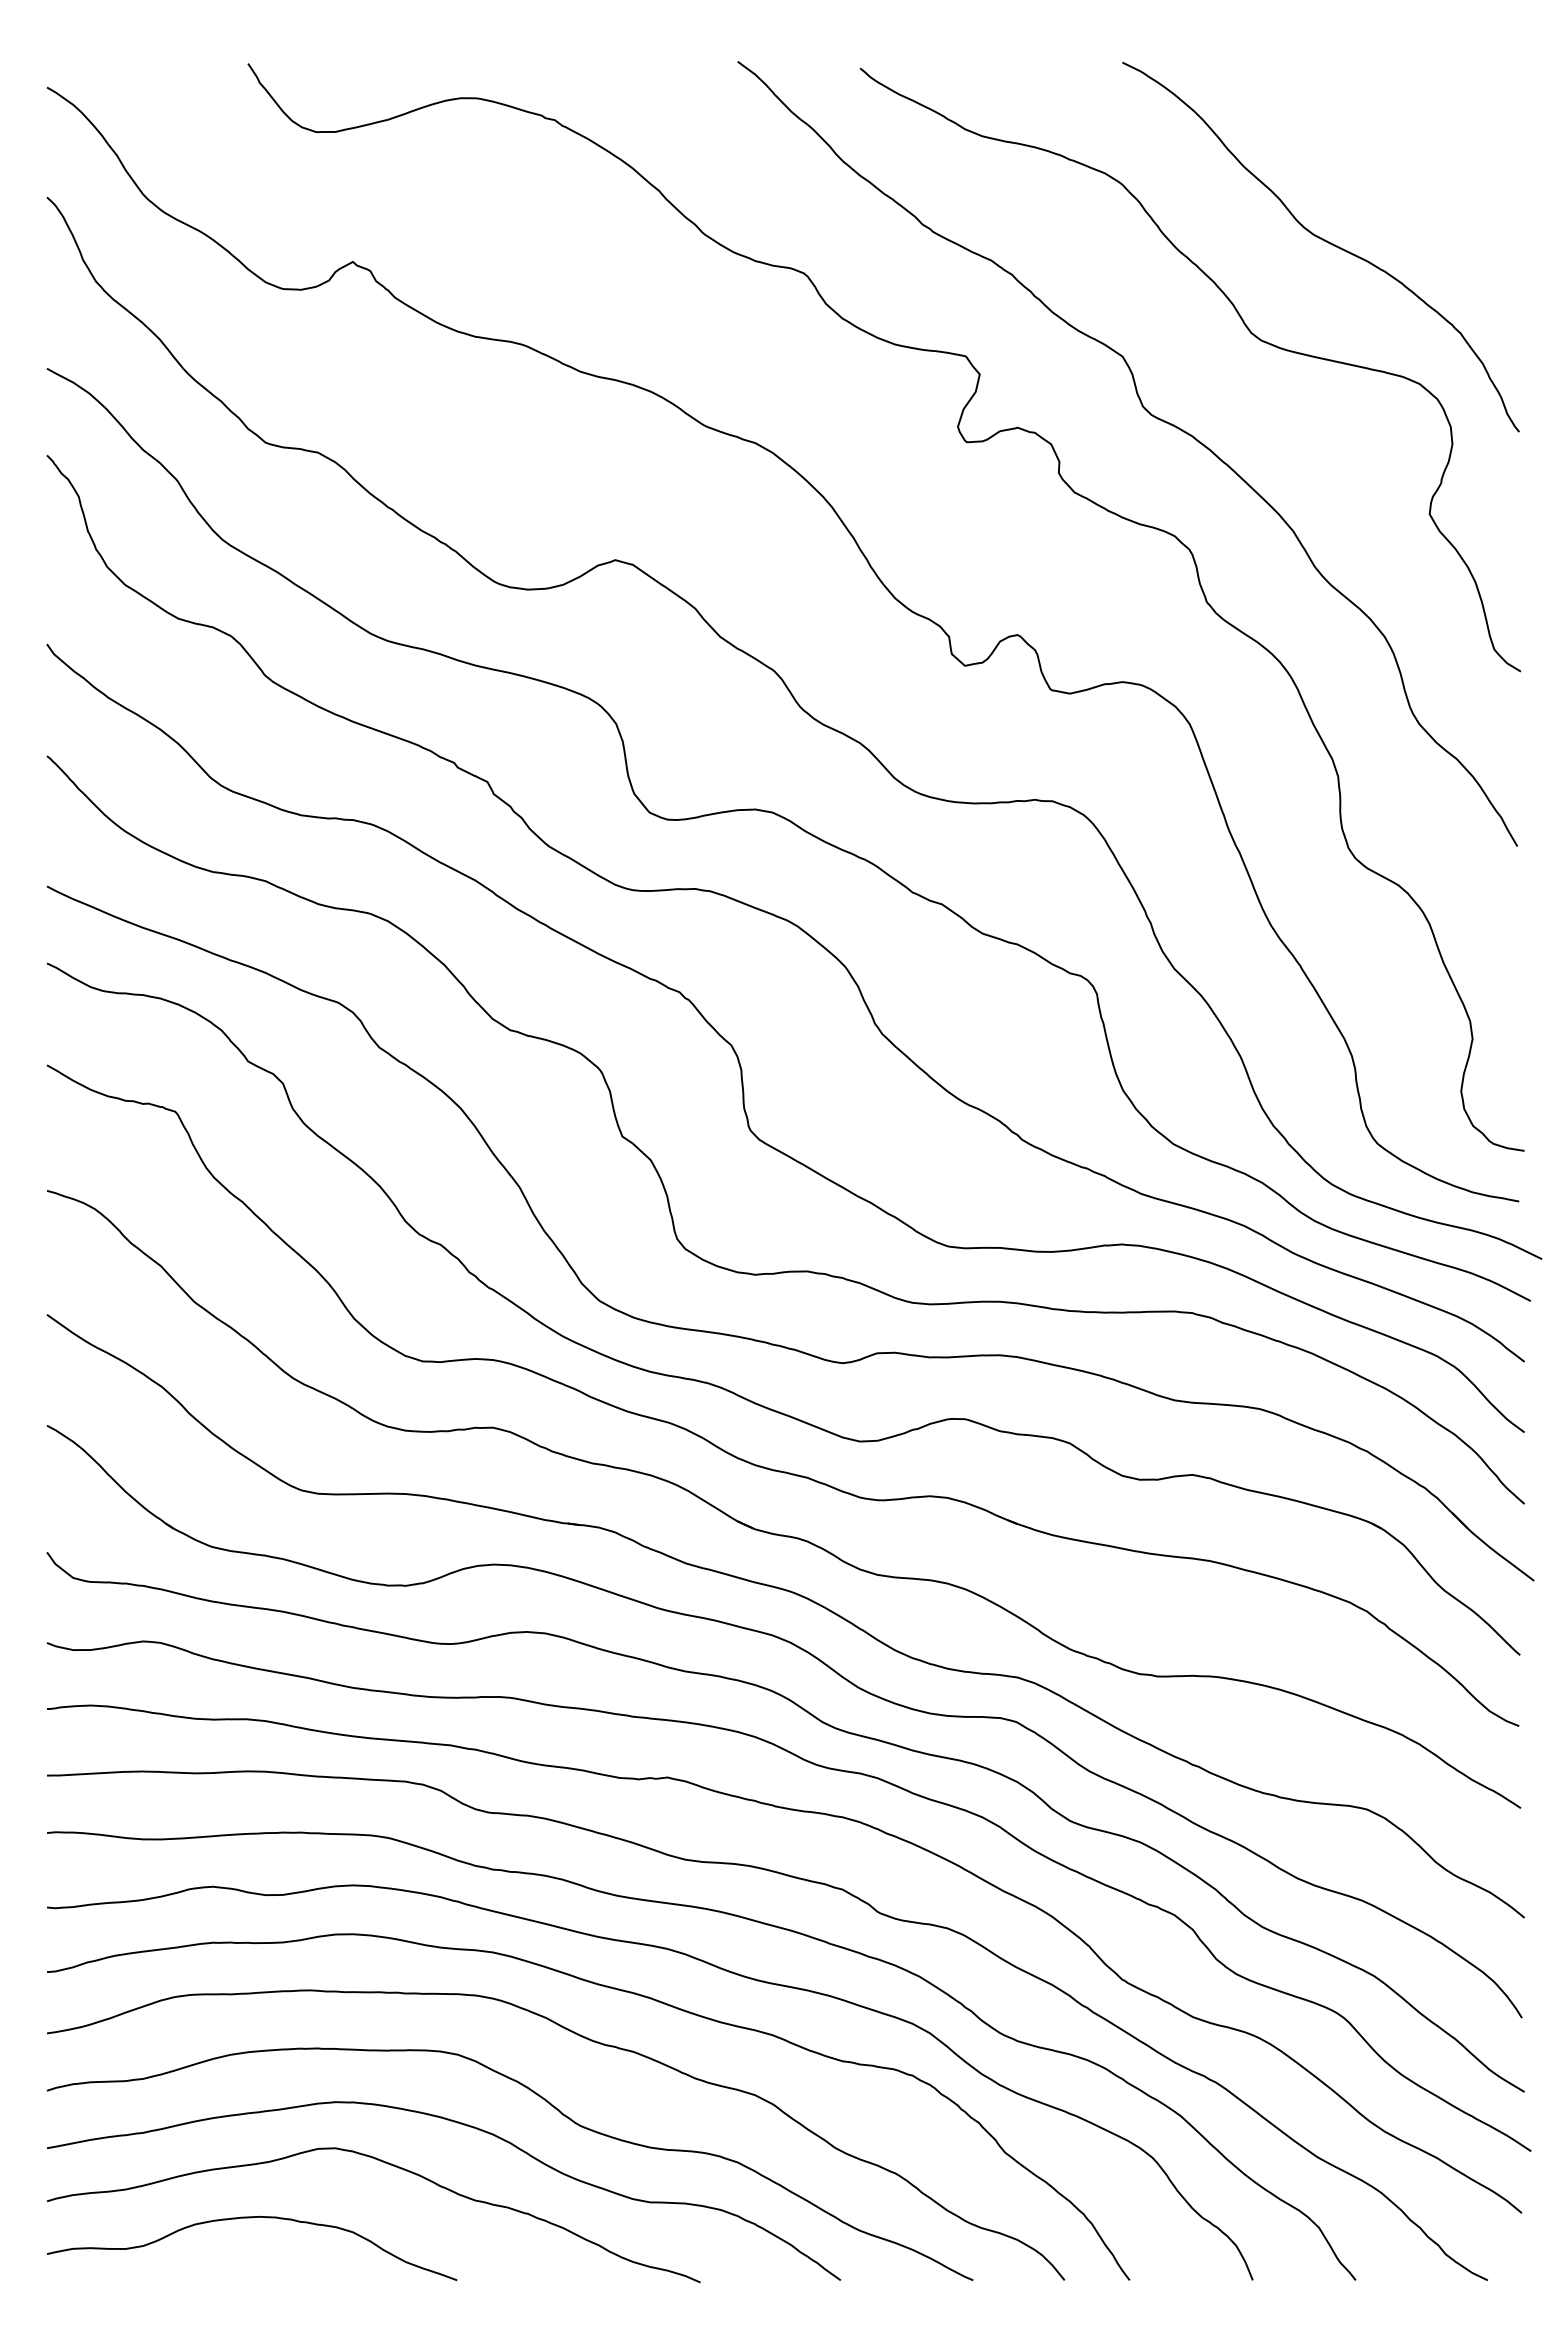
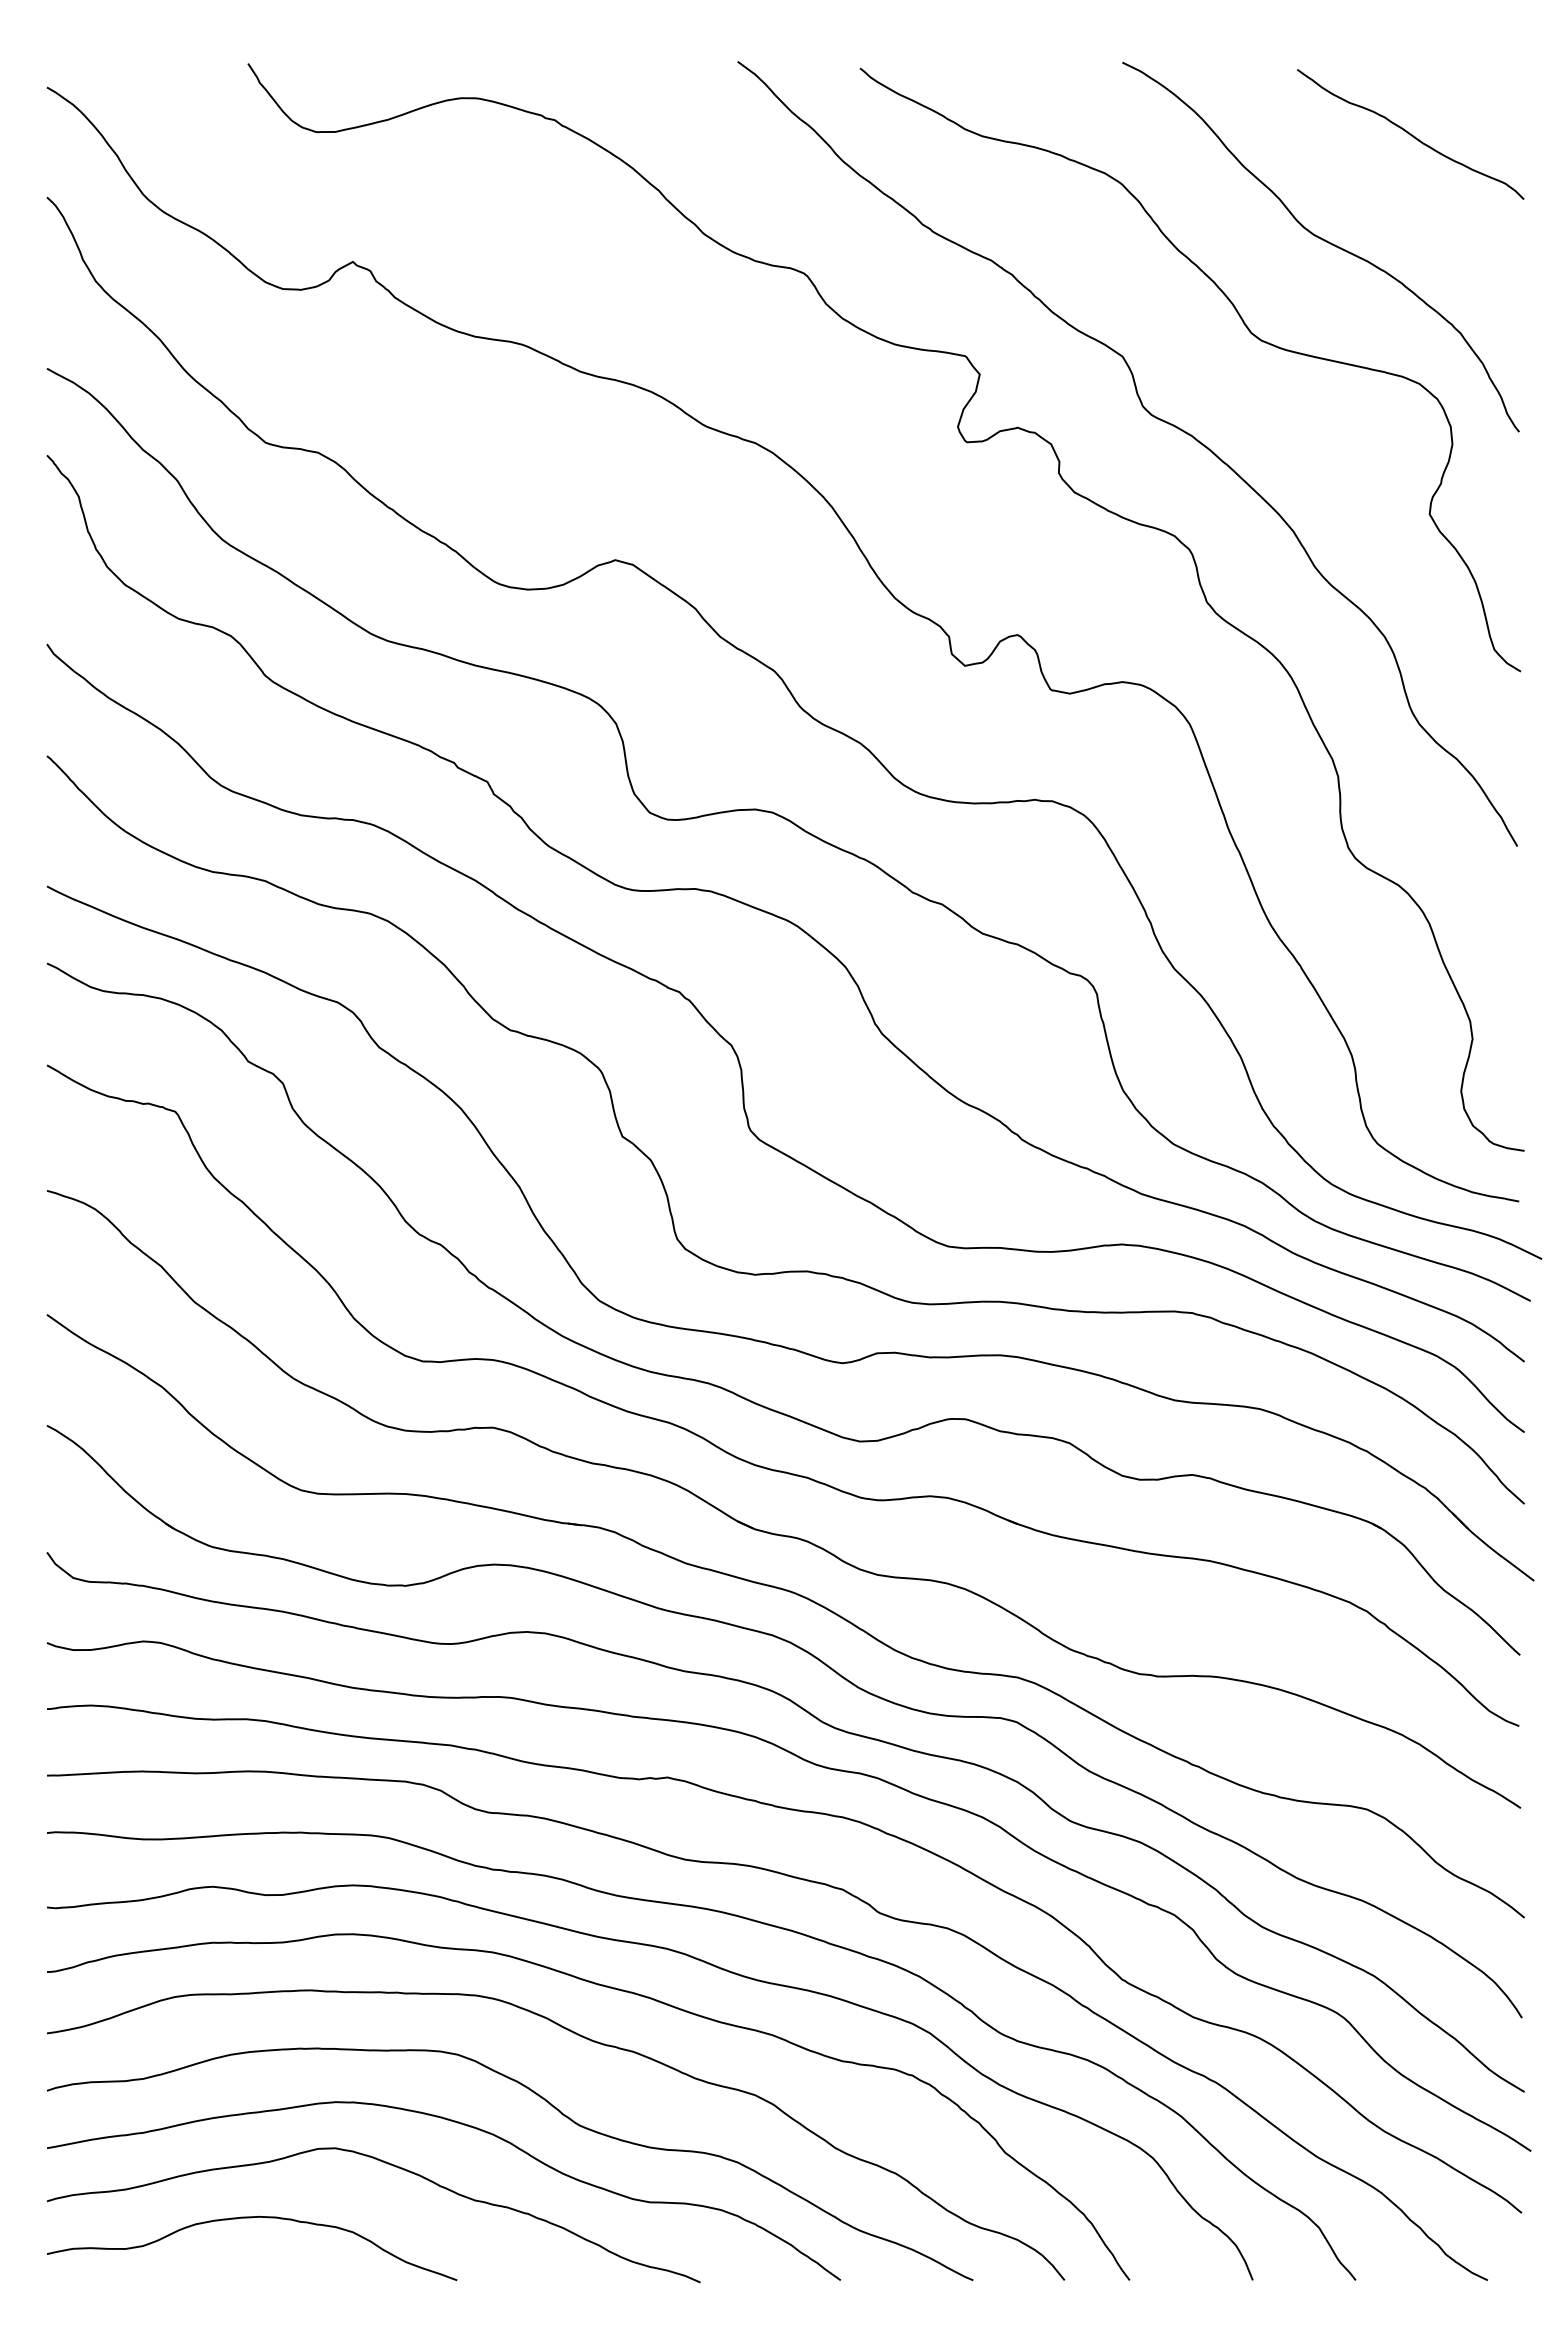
curve at (1410, 134): none -> present
